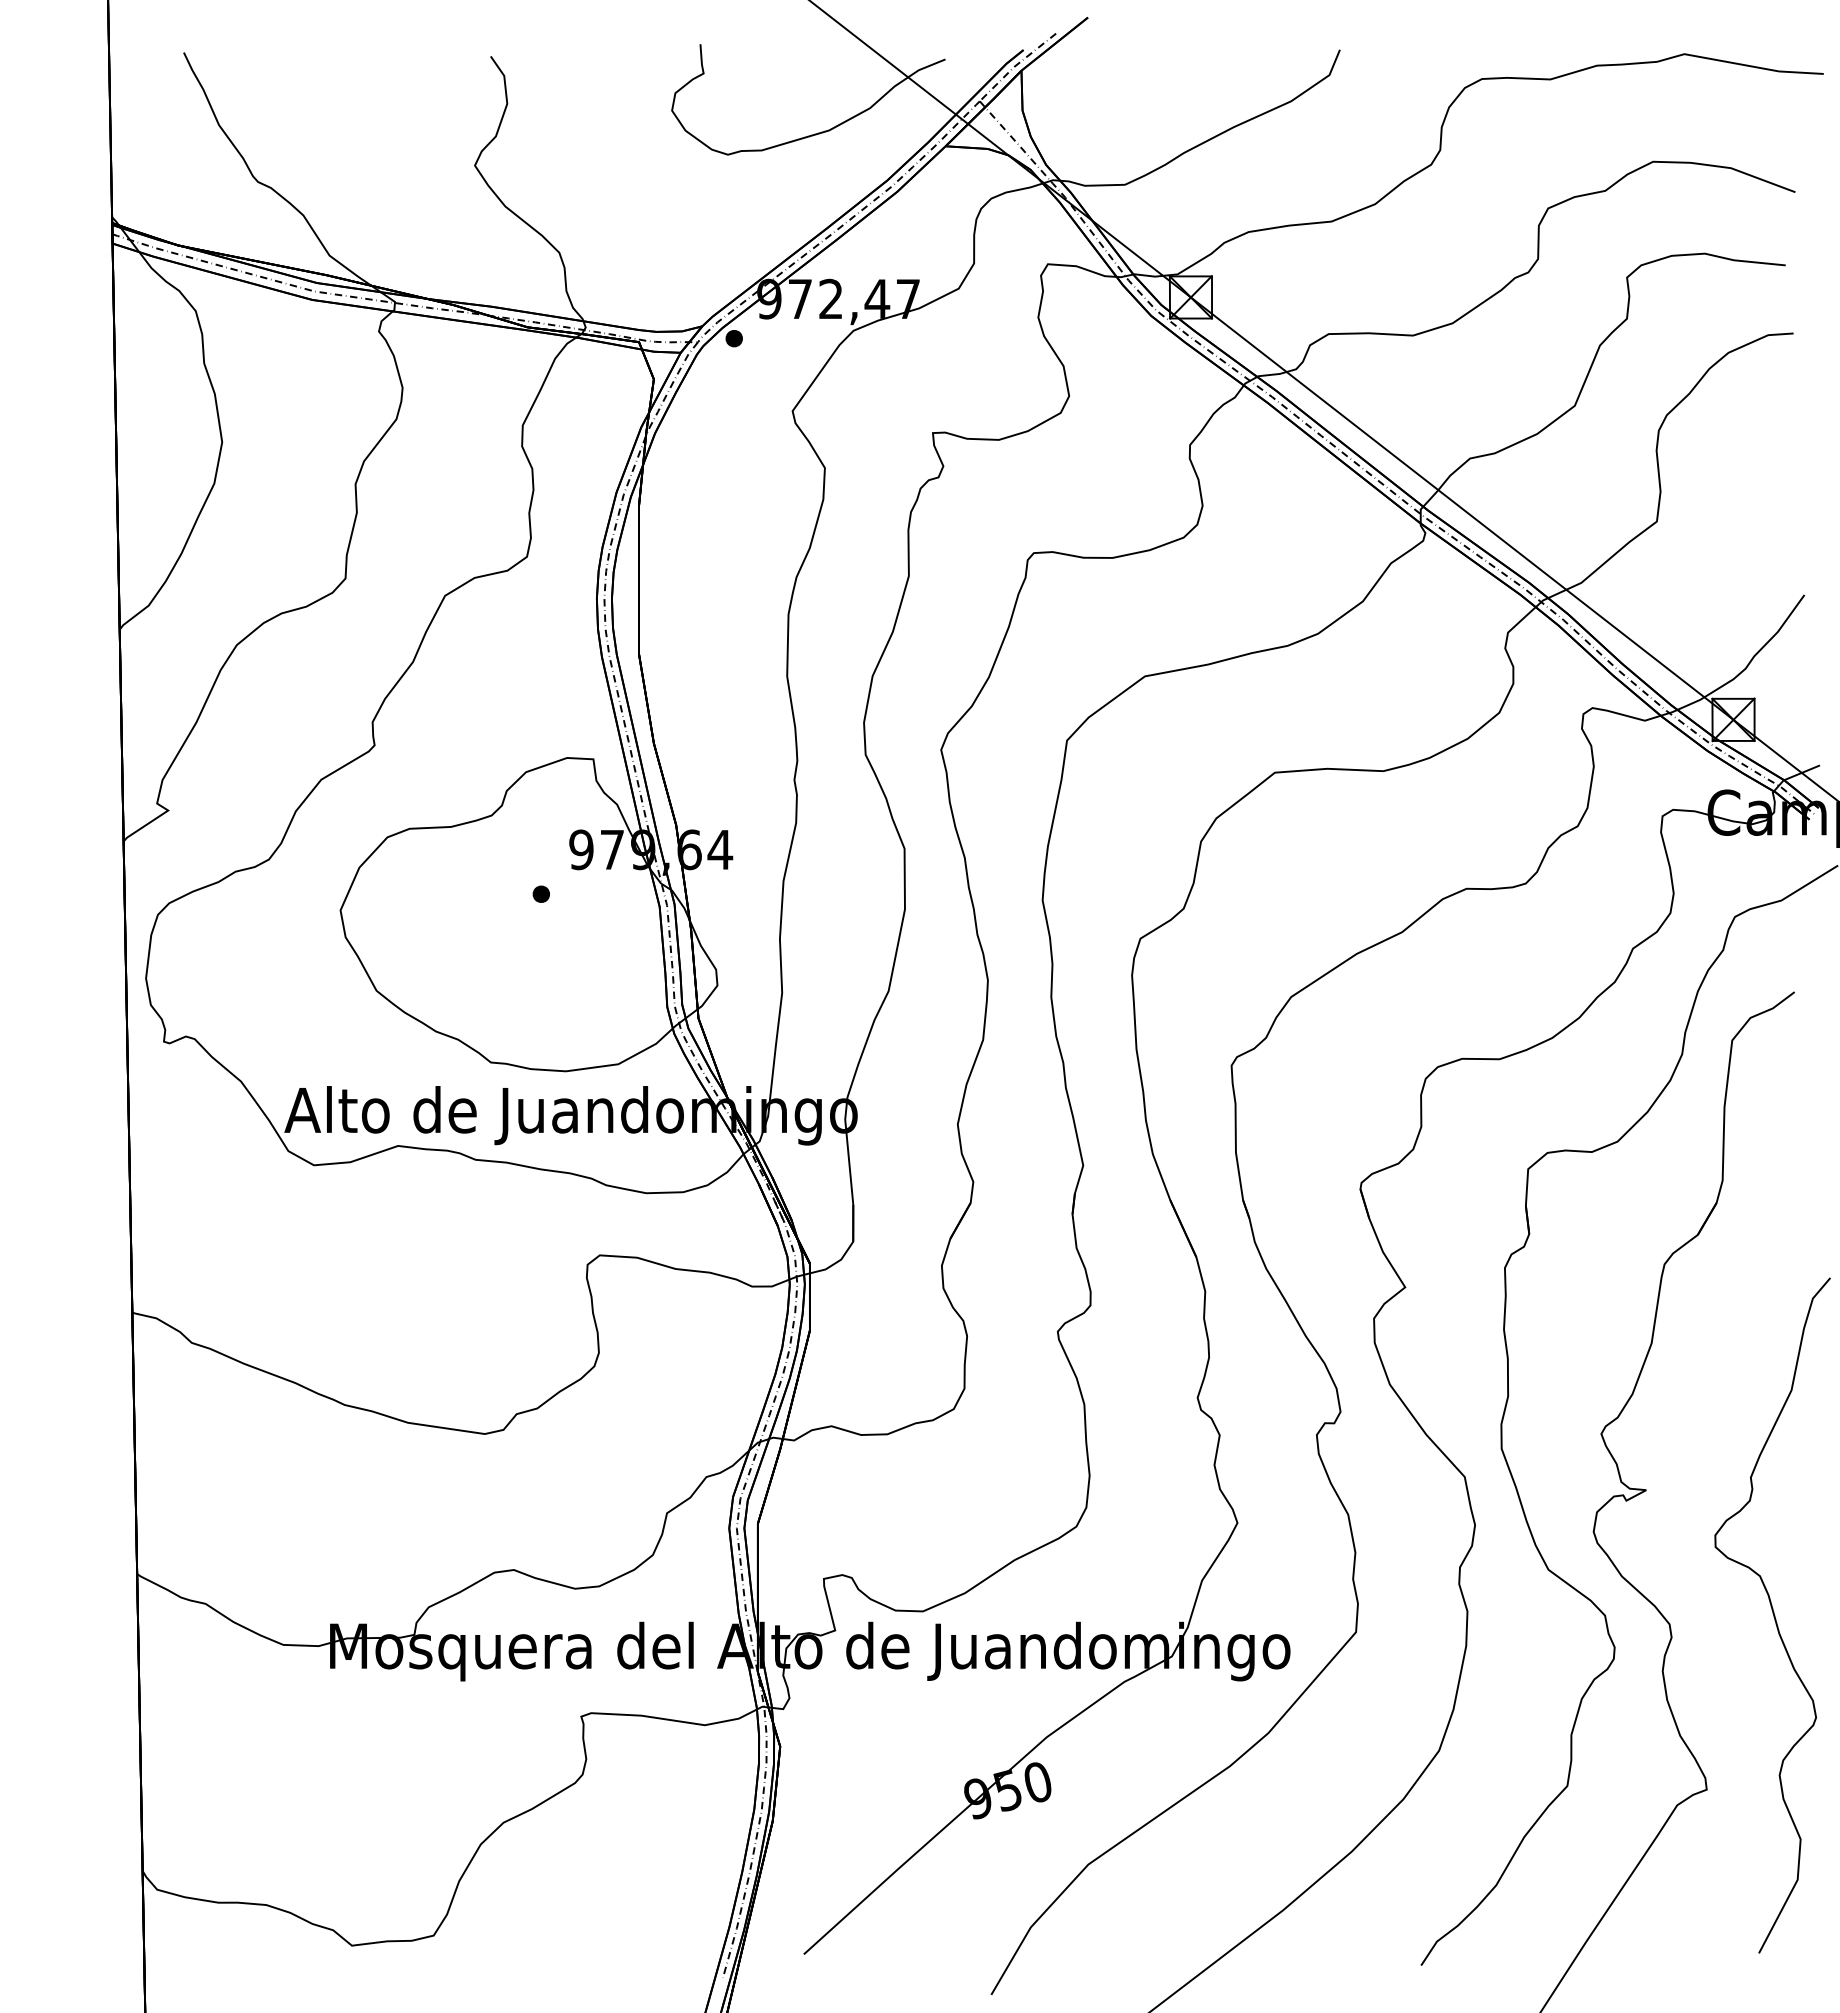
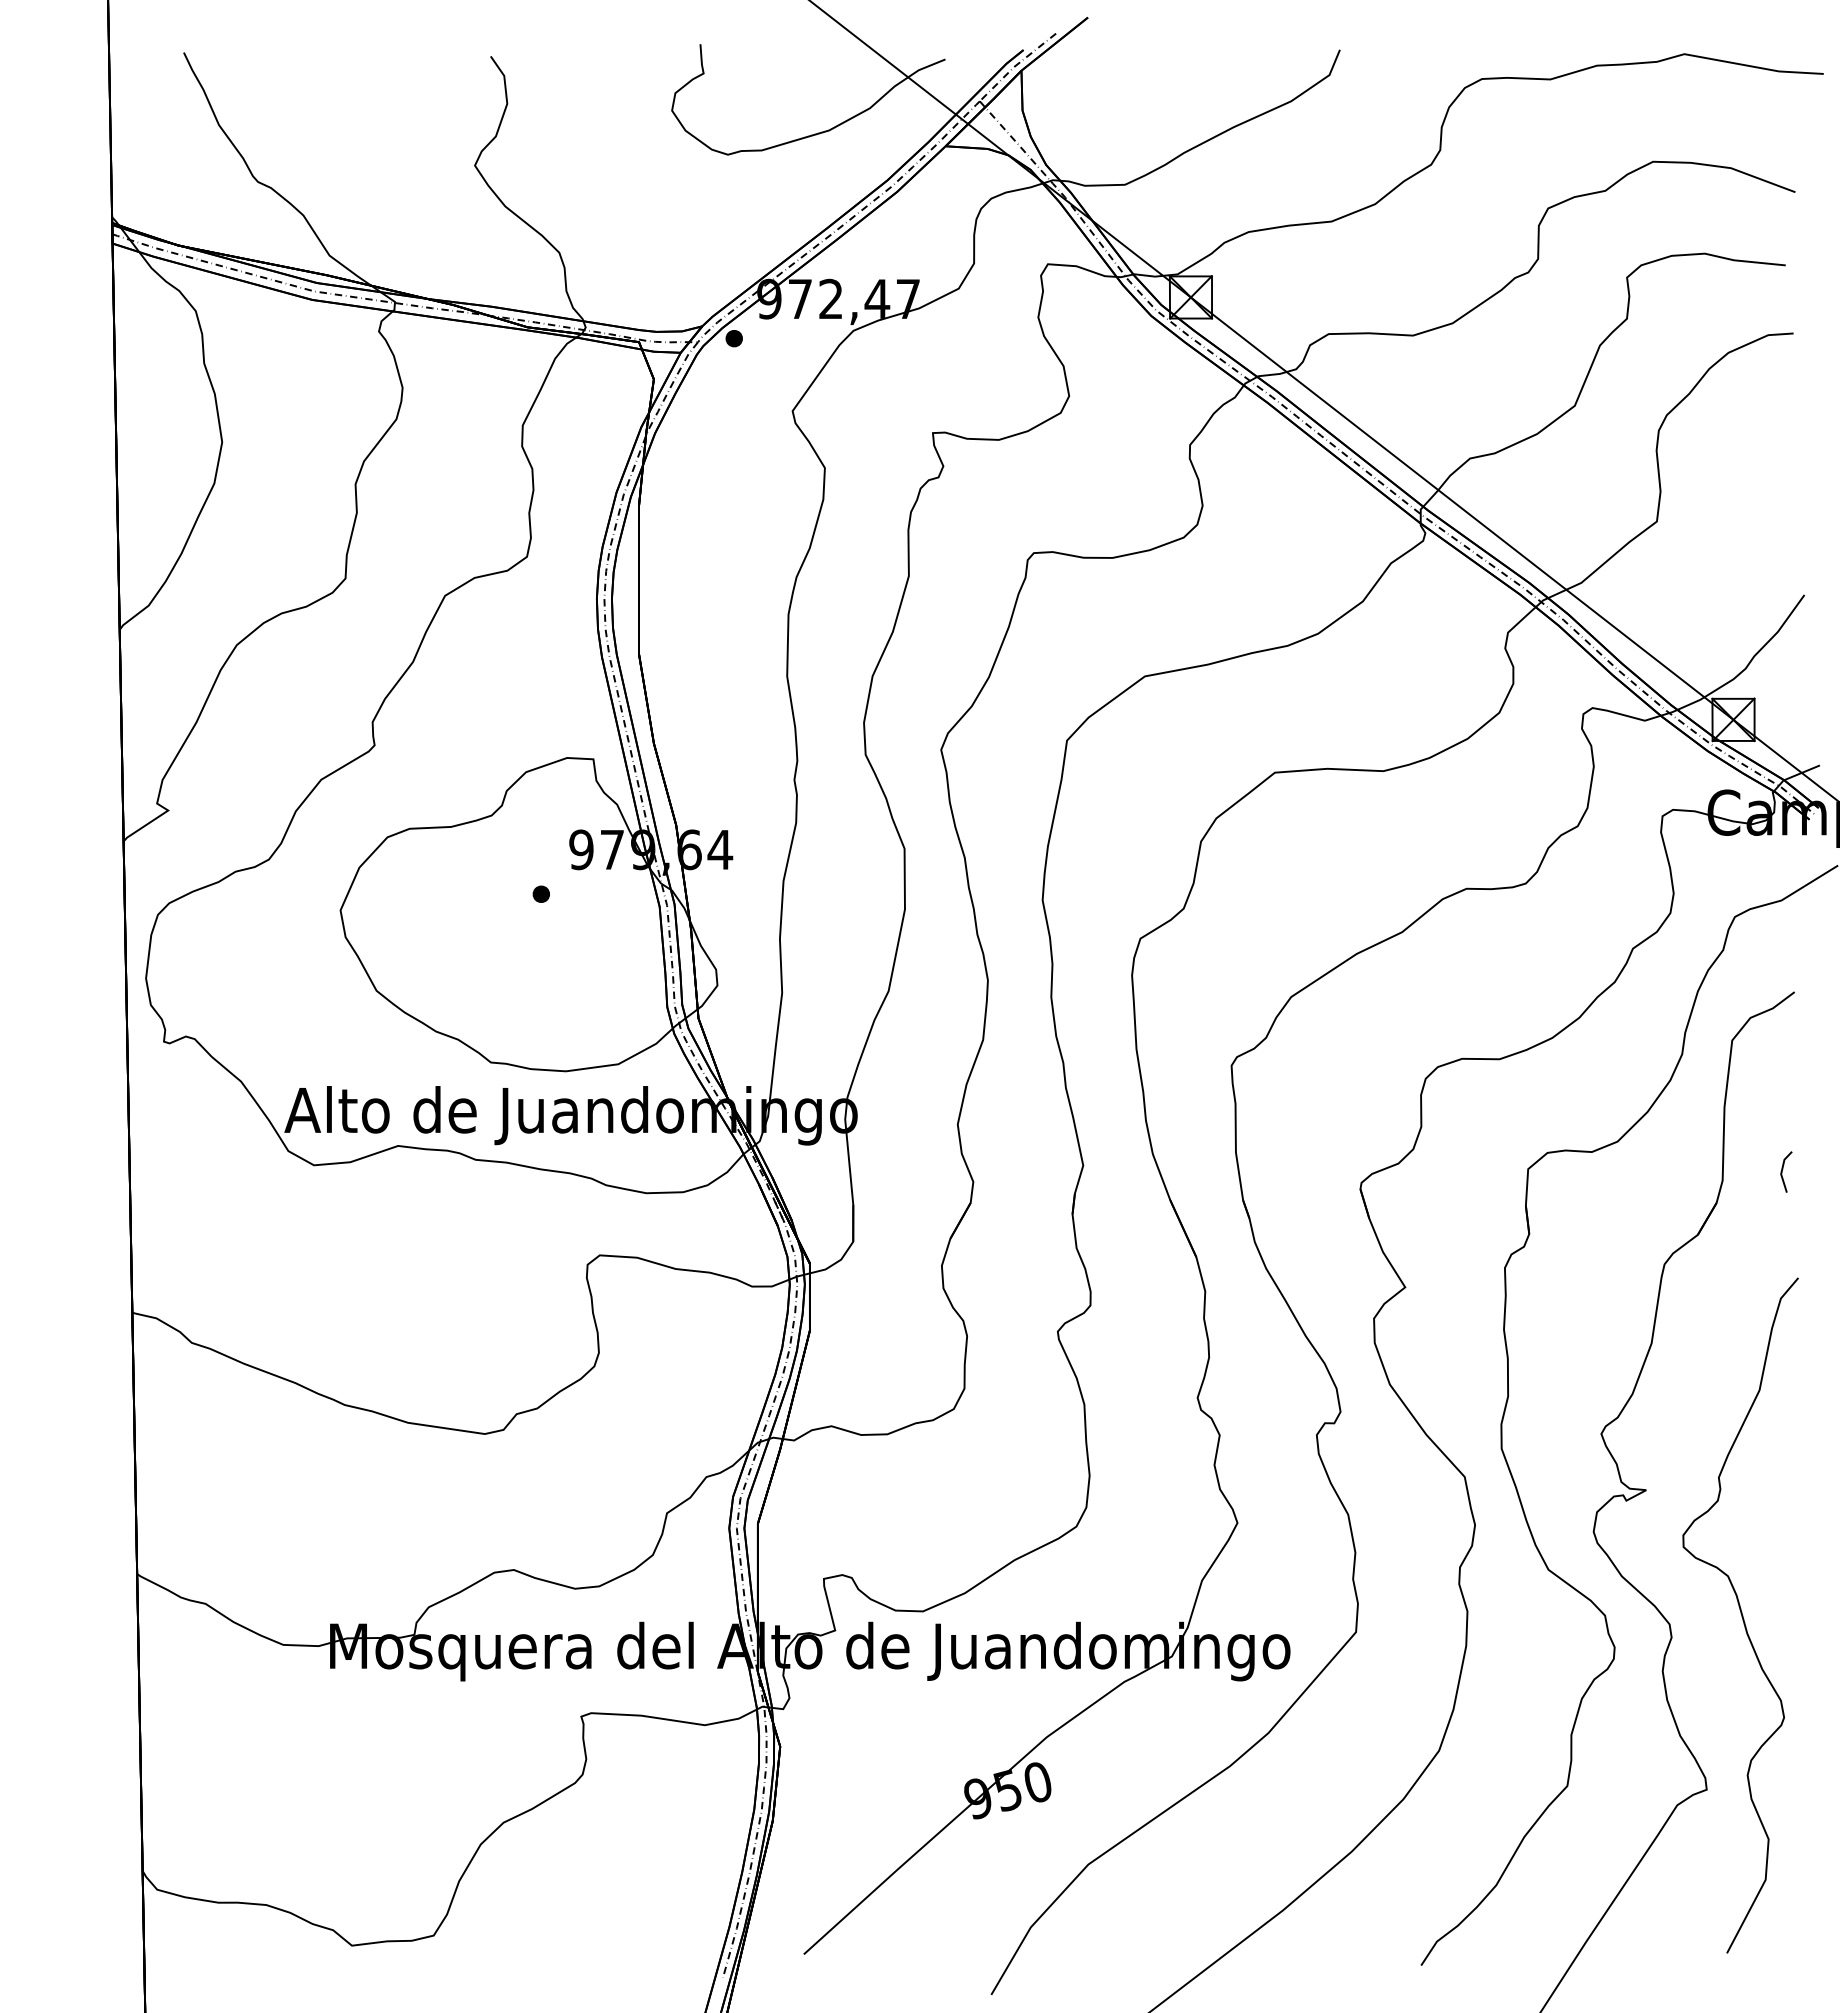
line at (1783, 1169): none -> present
curve at (1773, 1615) position: (1773, 1615) -> (1741, 1615)
